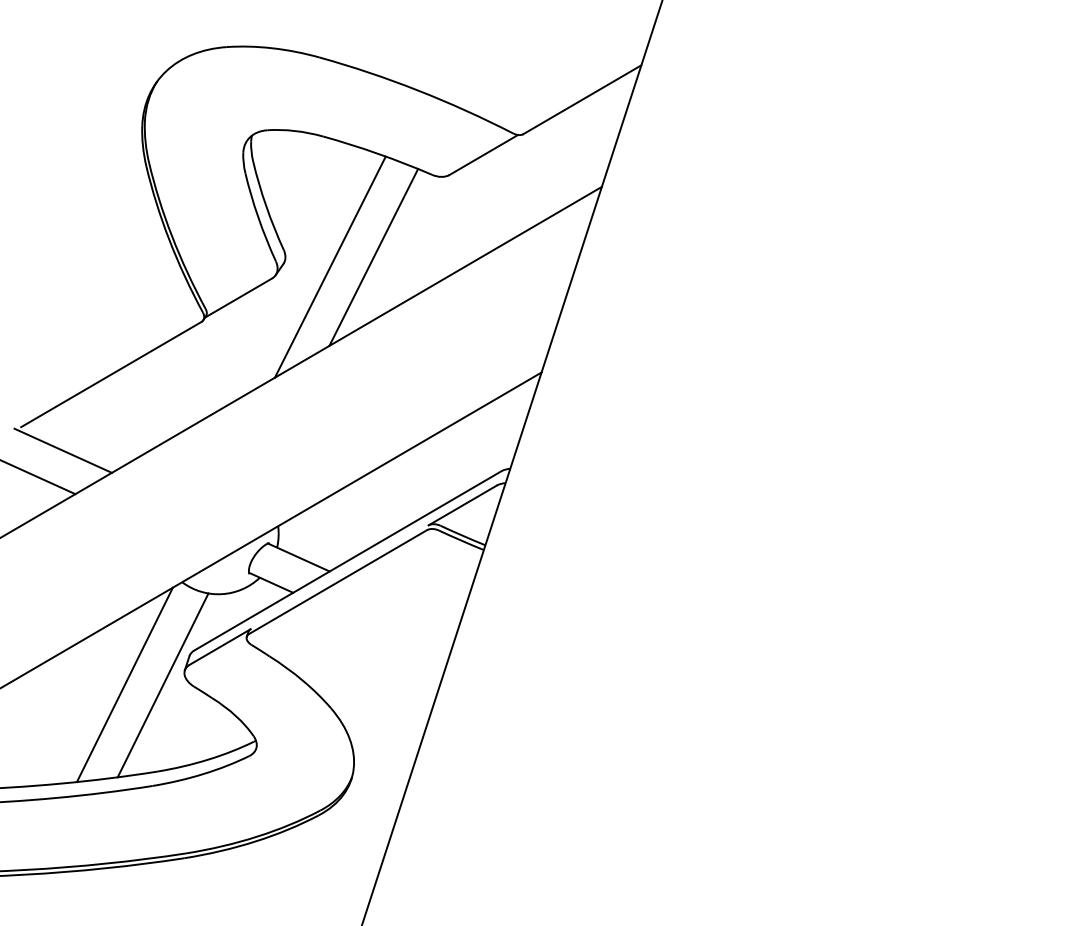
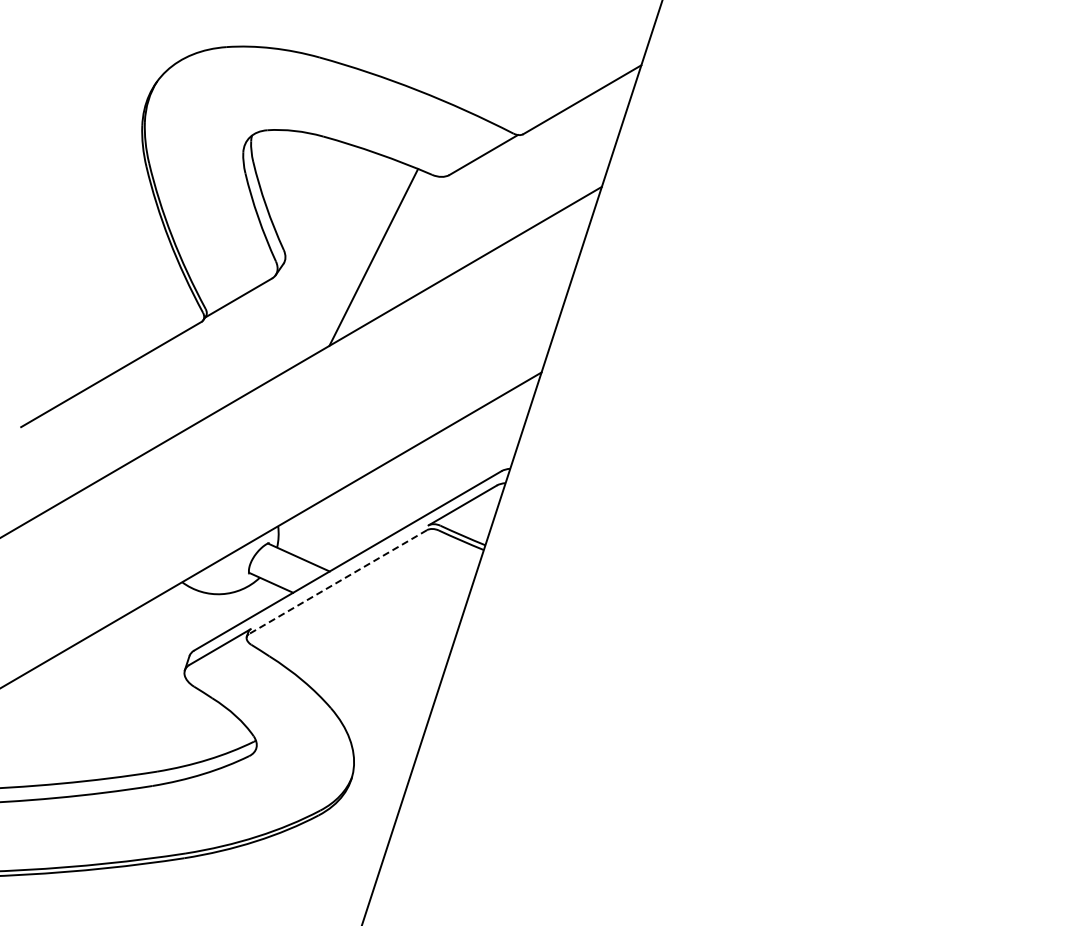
line at (329, 266): present -> none
line at (62, 450): present -> none
line at (38, 477): present -> none
line at (338, 582): solid -> dashed
line at (124, 684): present -> none
line at (162, 685): present -> none
